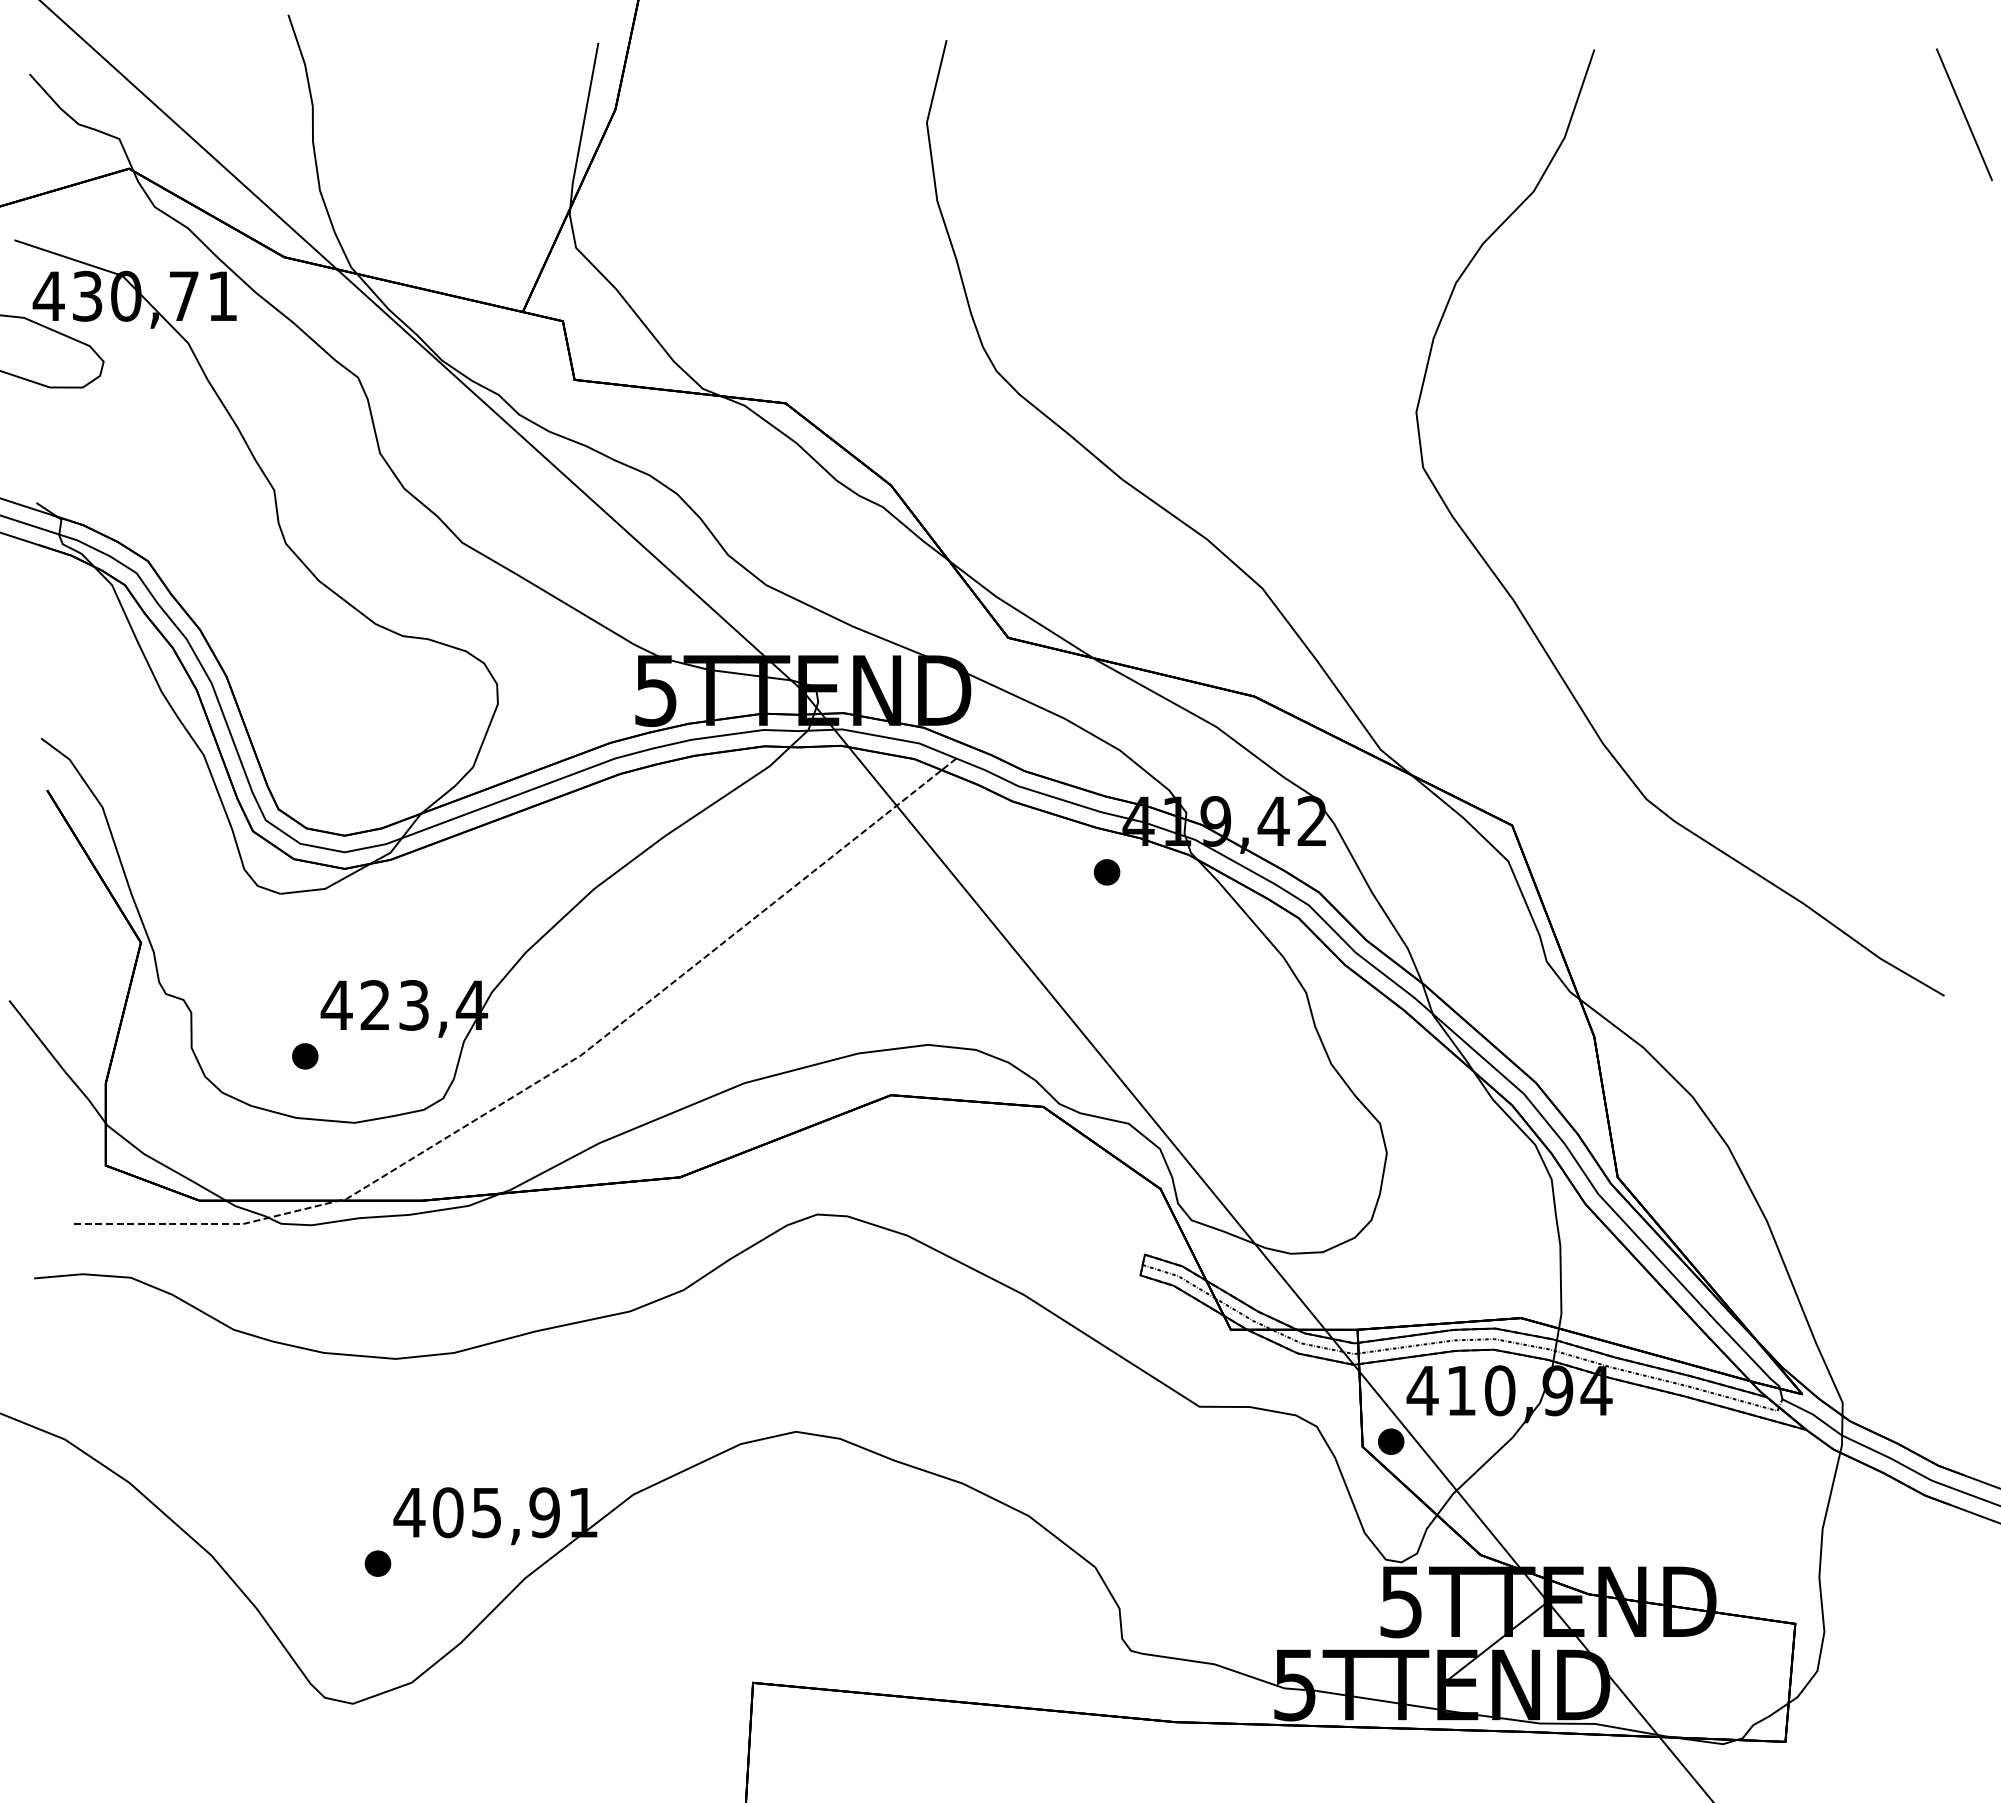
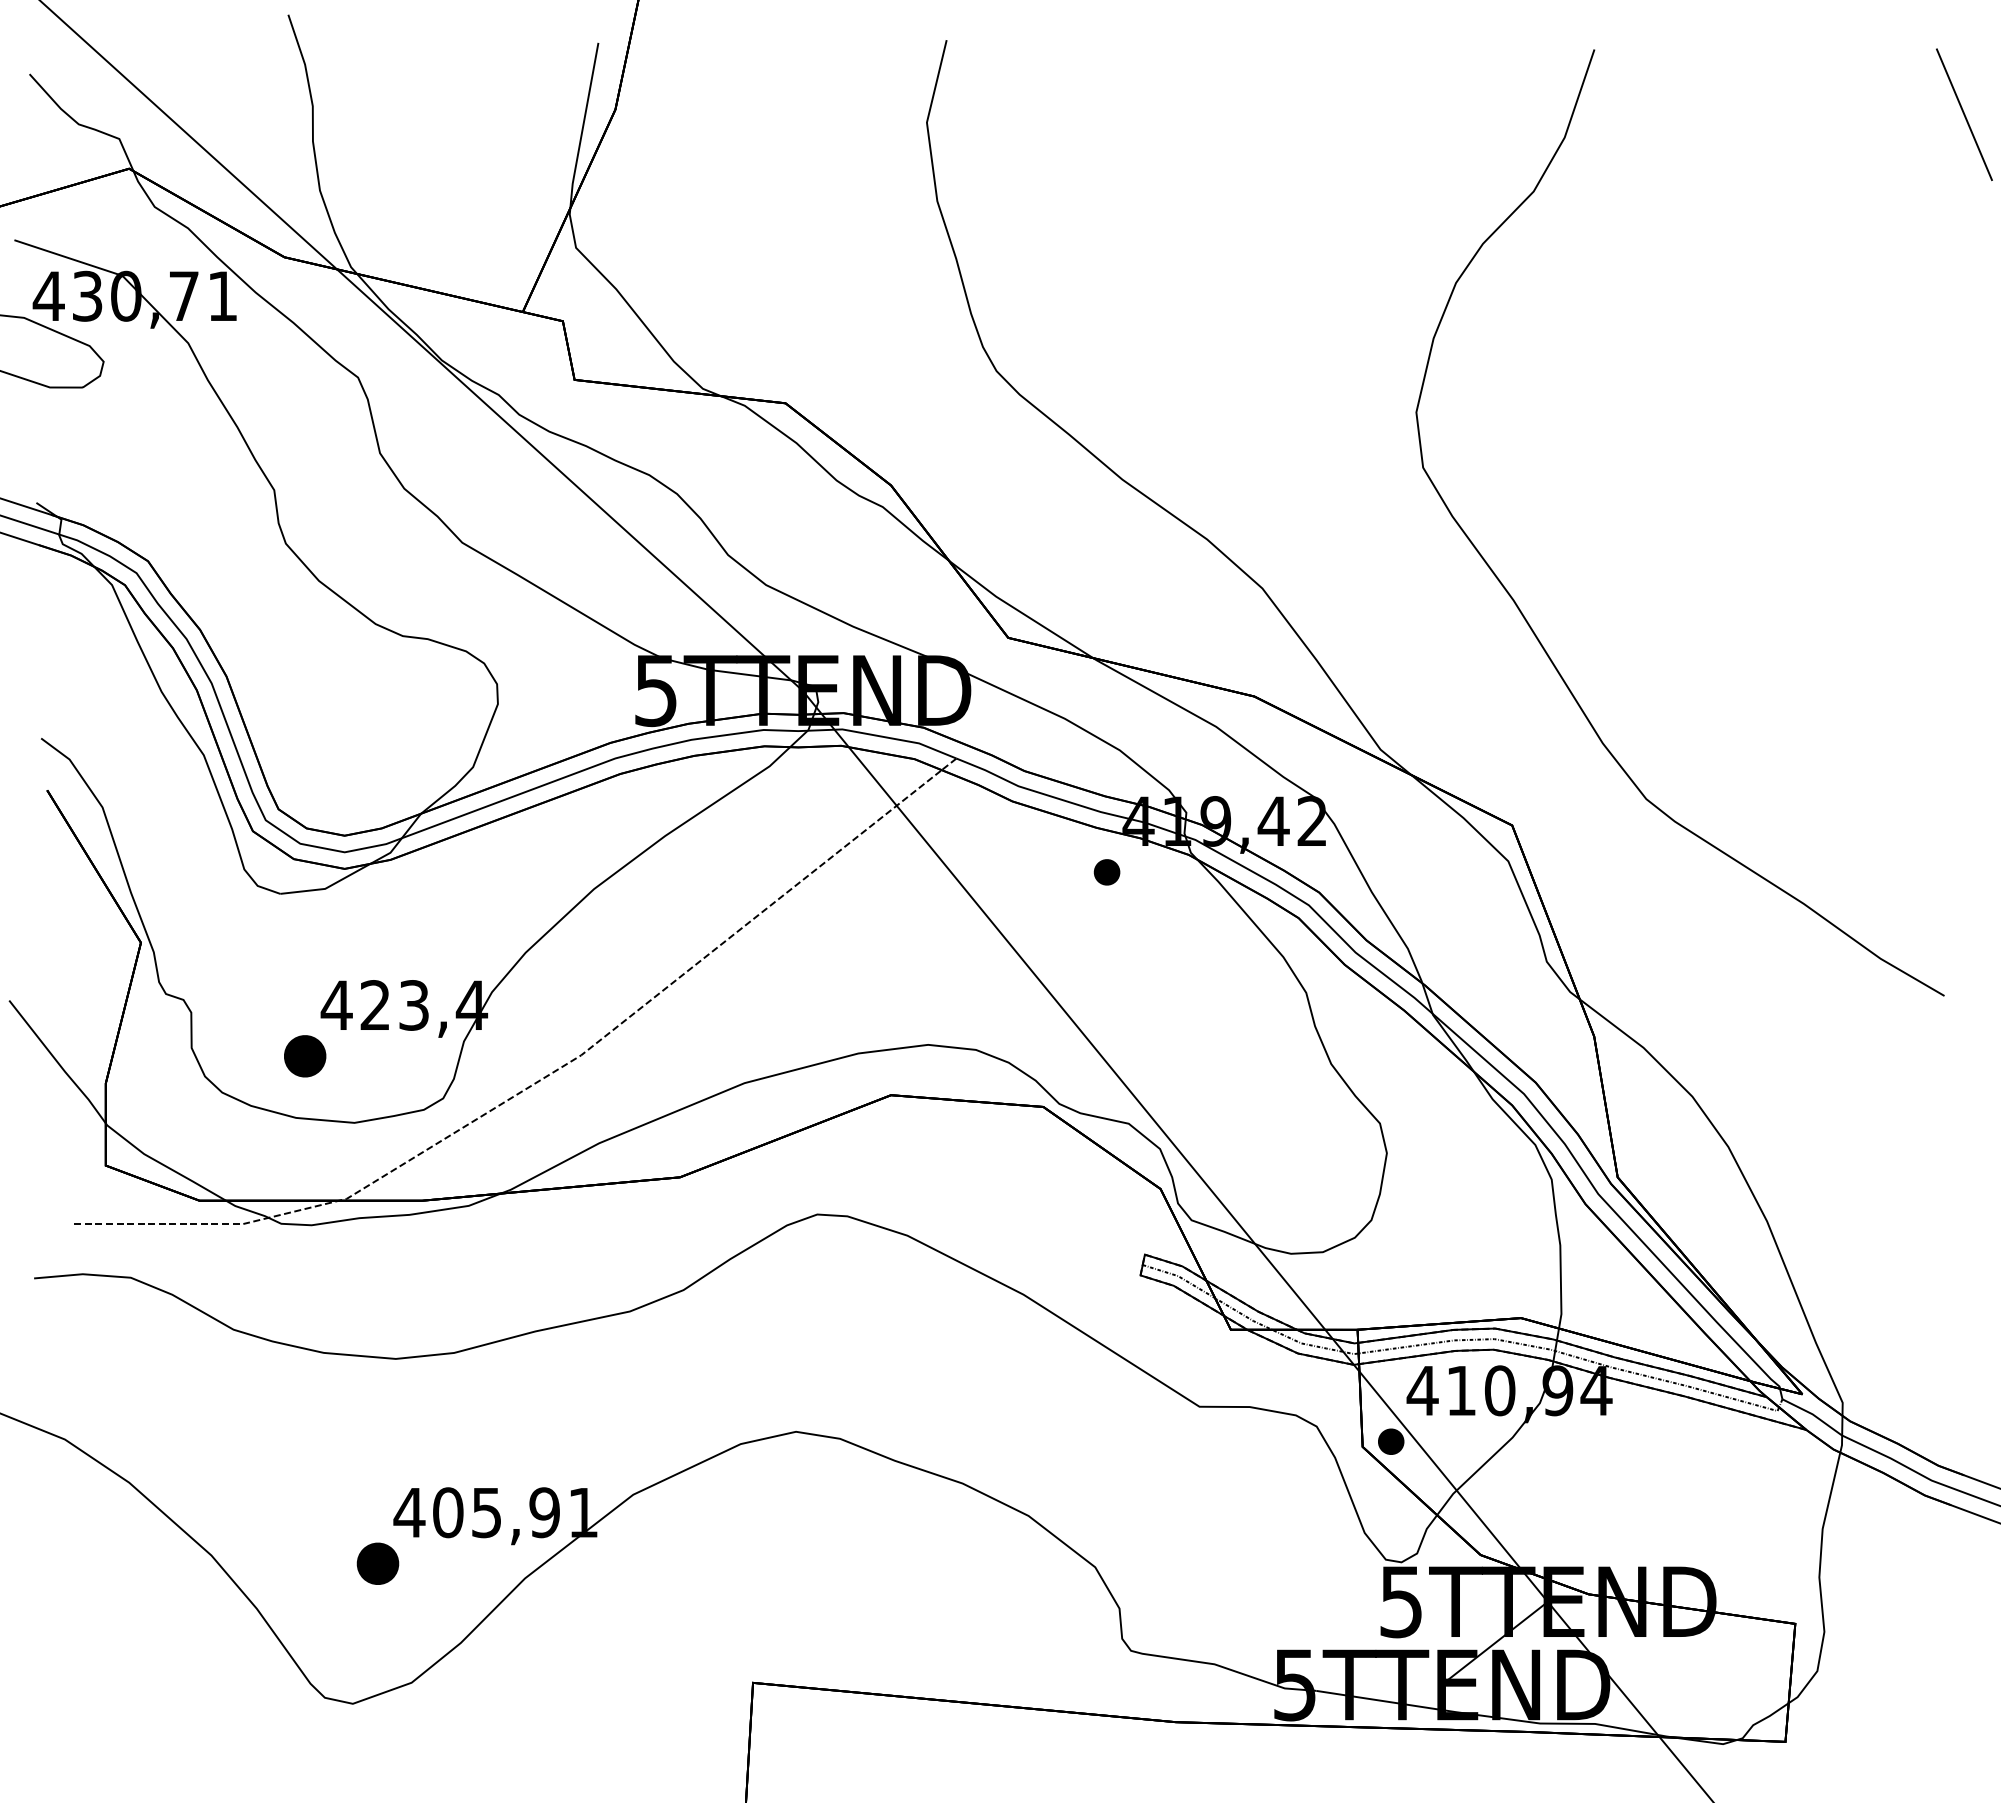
part at (305, 1056) size: 27x27 px -> 43x43 px
part at (377, 1563) size: 28x27 px -> 44x43 px
